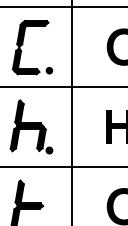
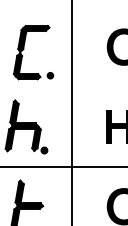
line at (63, 7): present -> none
part at (23, 44) position: (23, 44) -> (24, 49)
line at (63, 87): present -> none
part at (31, 126) position: (31, 126) -> (26, 126)
